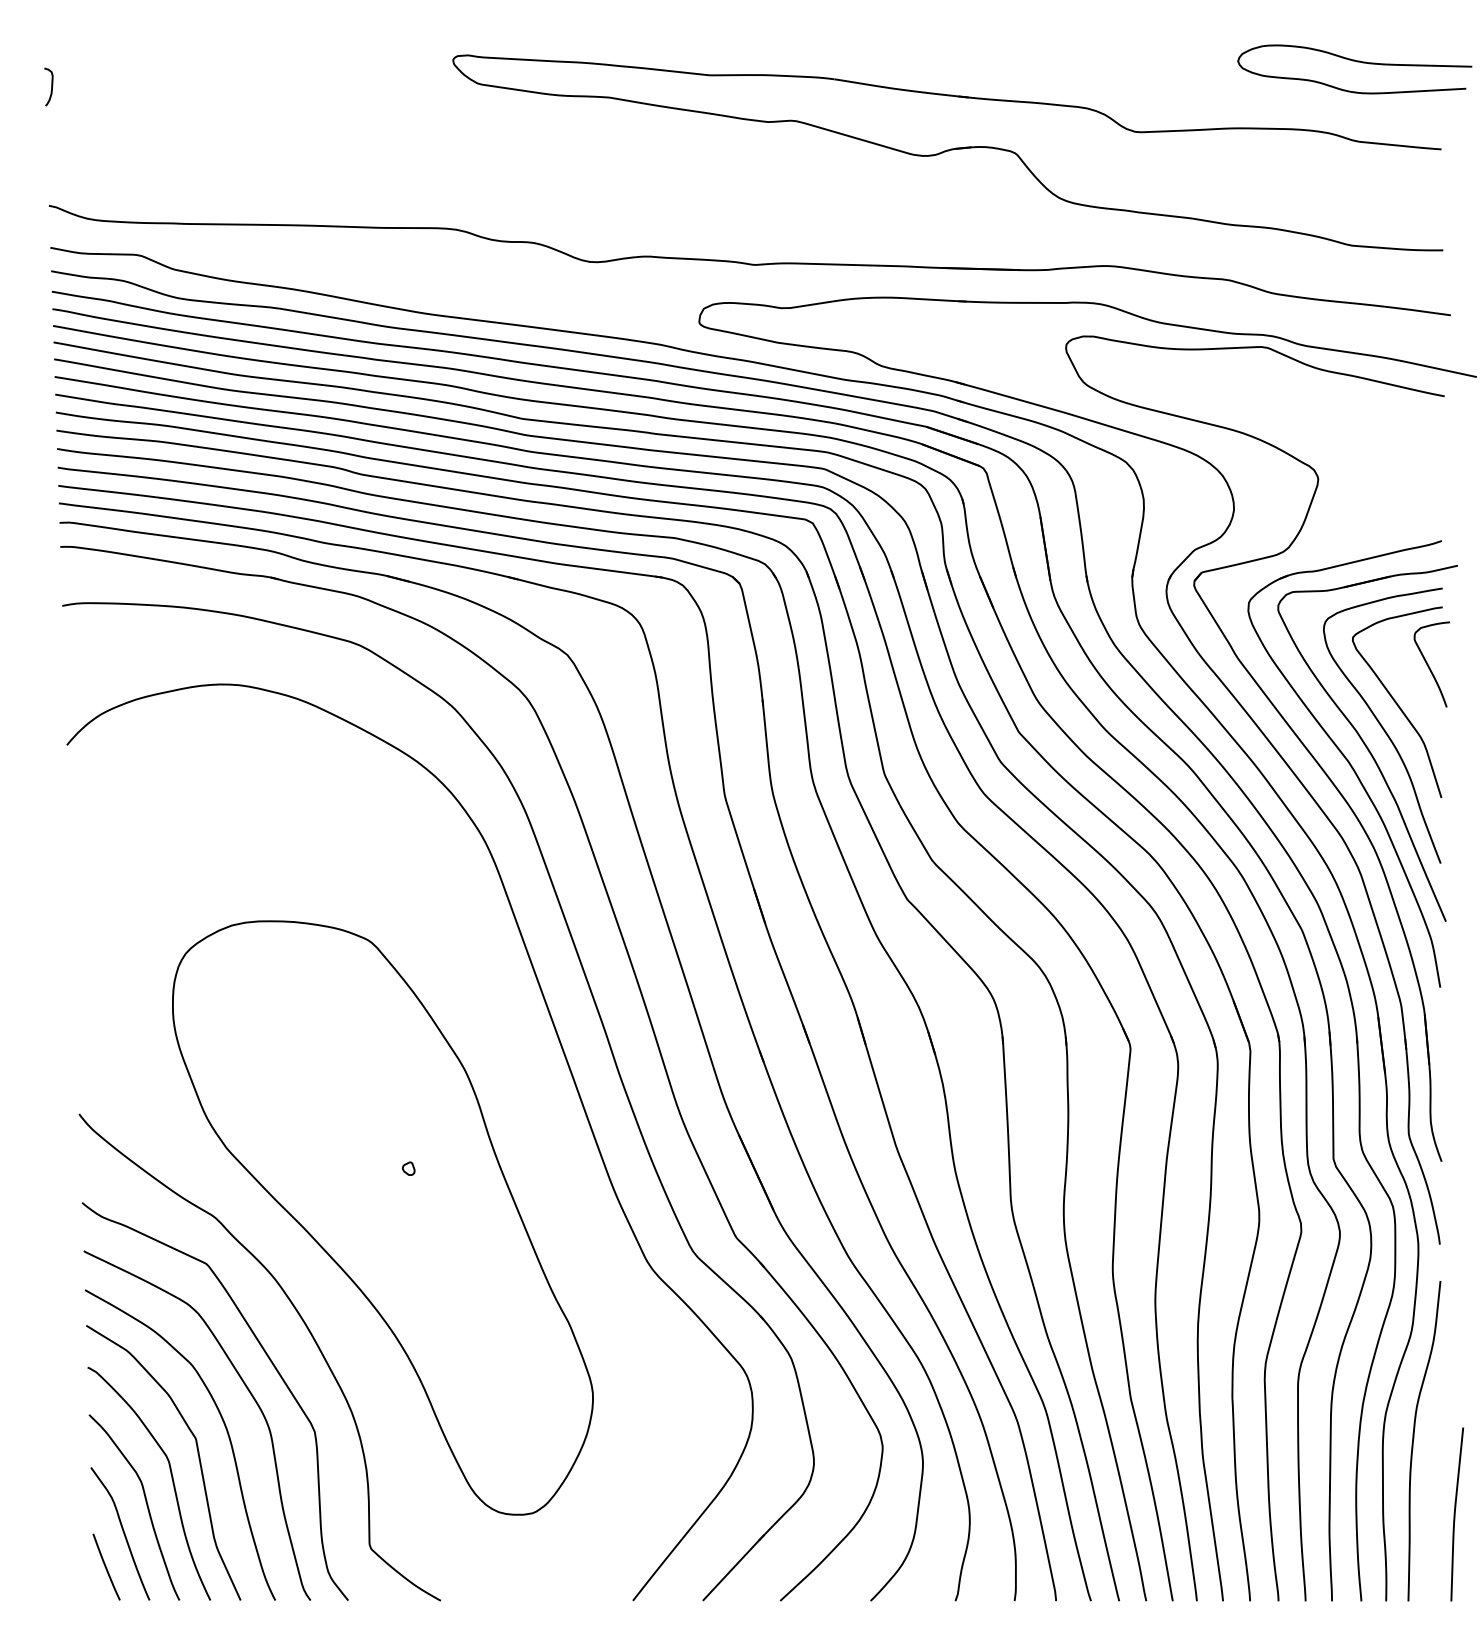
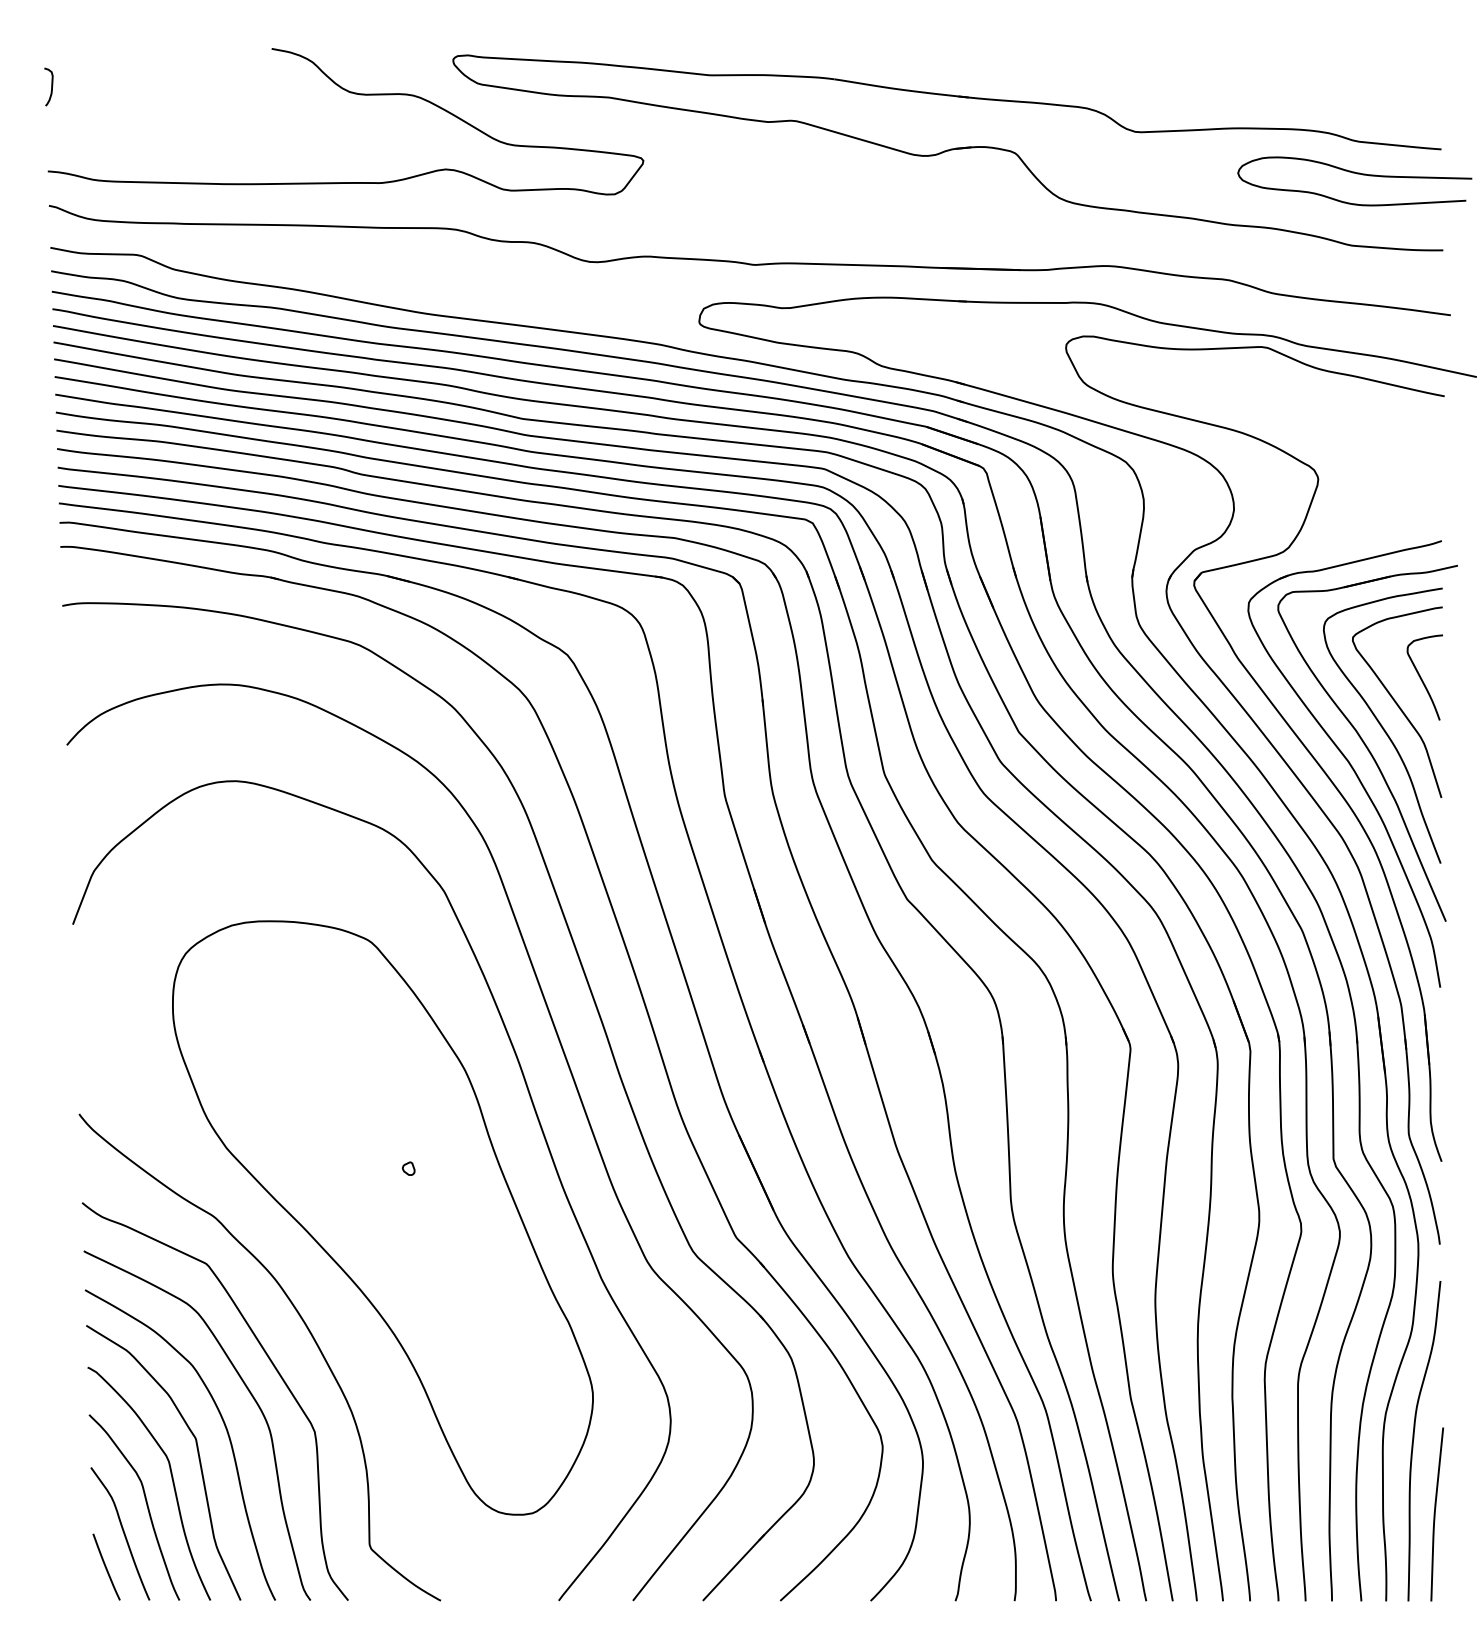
curve at (1357, 62) position: (1357, 62) -> (1357, 174)
curve at (350, 93): none -> present
curve at (1429, 666) position: (1429, 666) -> (1422, 679)
curve at (542, 1134): none -> present
curve at (1455, 1514) position: (1455, 1514) -> (1435, 1514)
